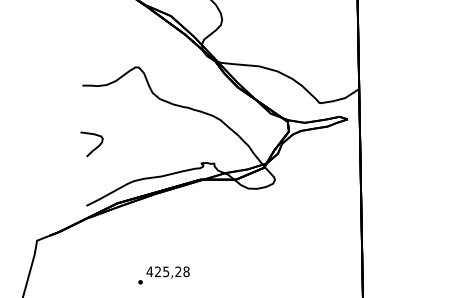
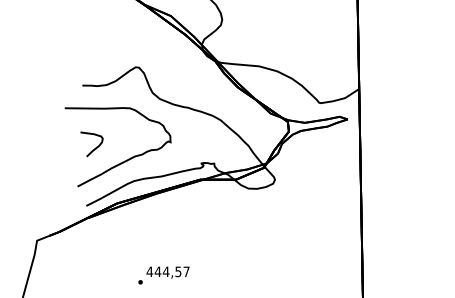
curve at (124, 160): none -> present
text at (171, 271): 425,28 -> 444,57
